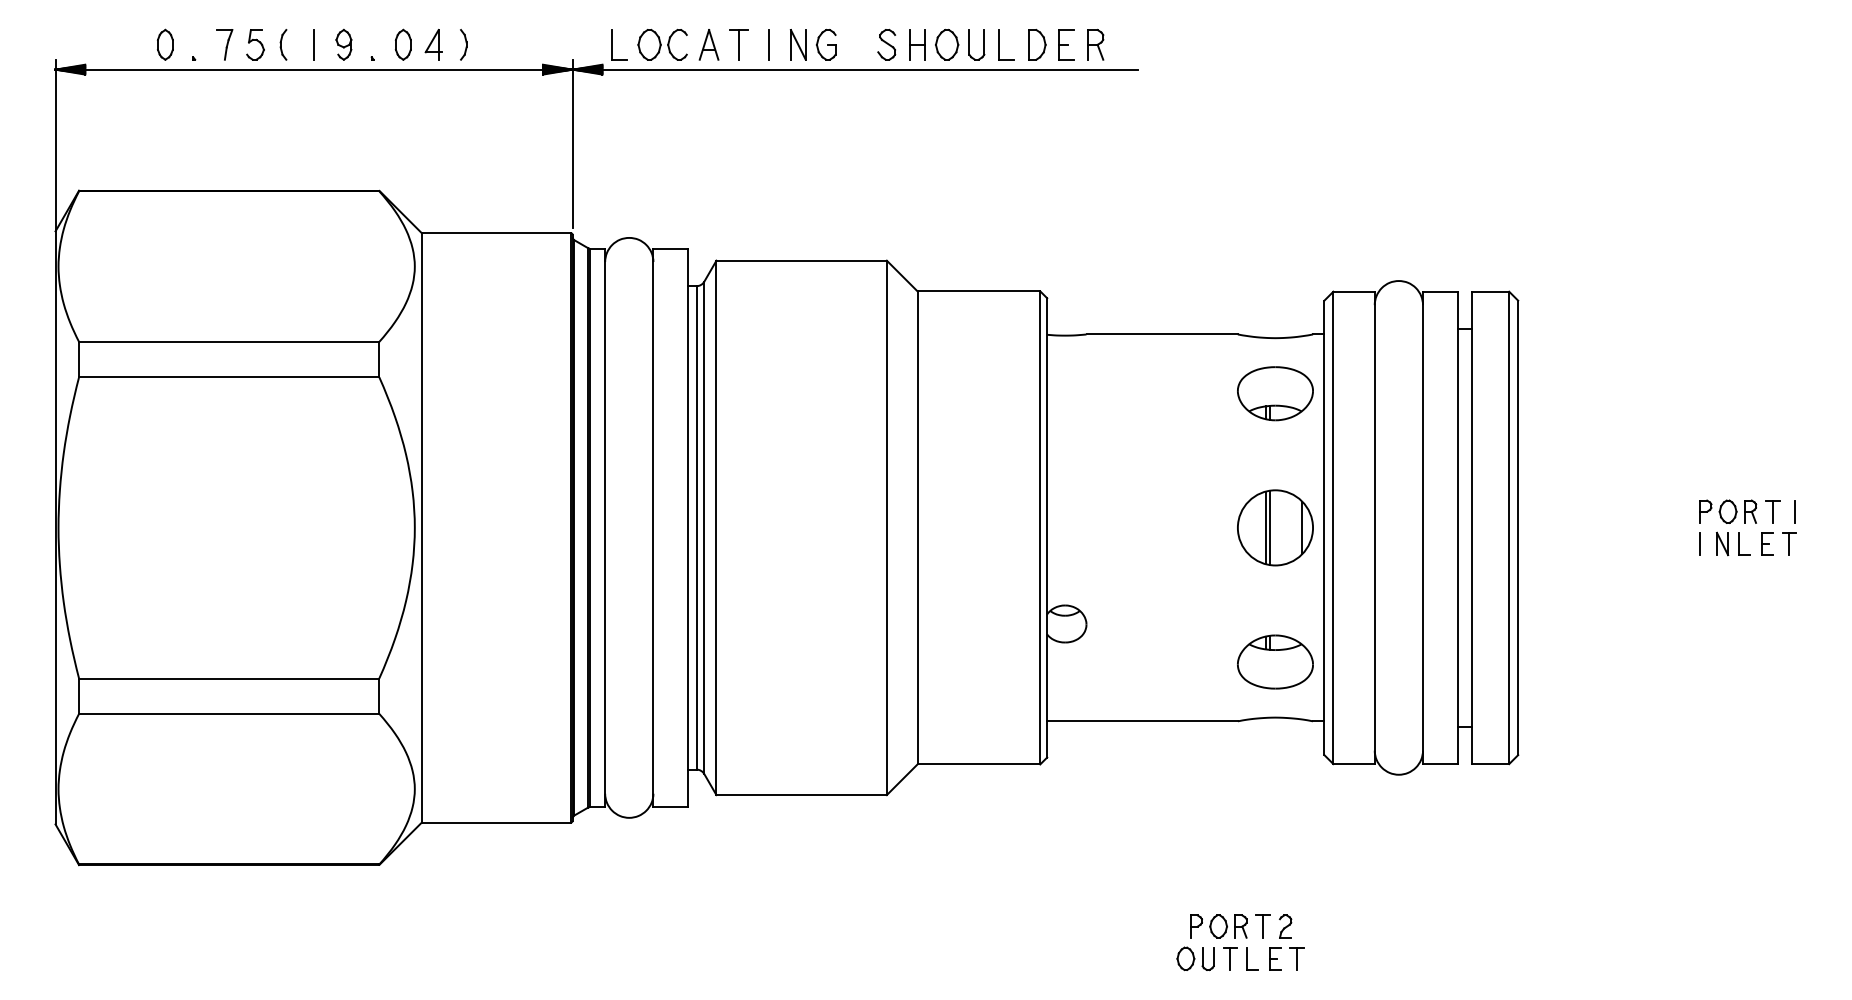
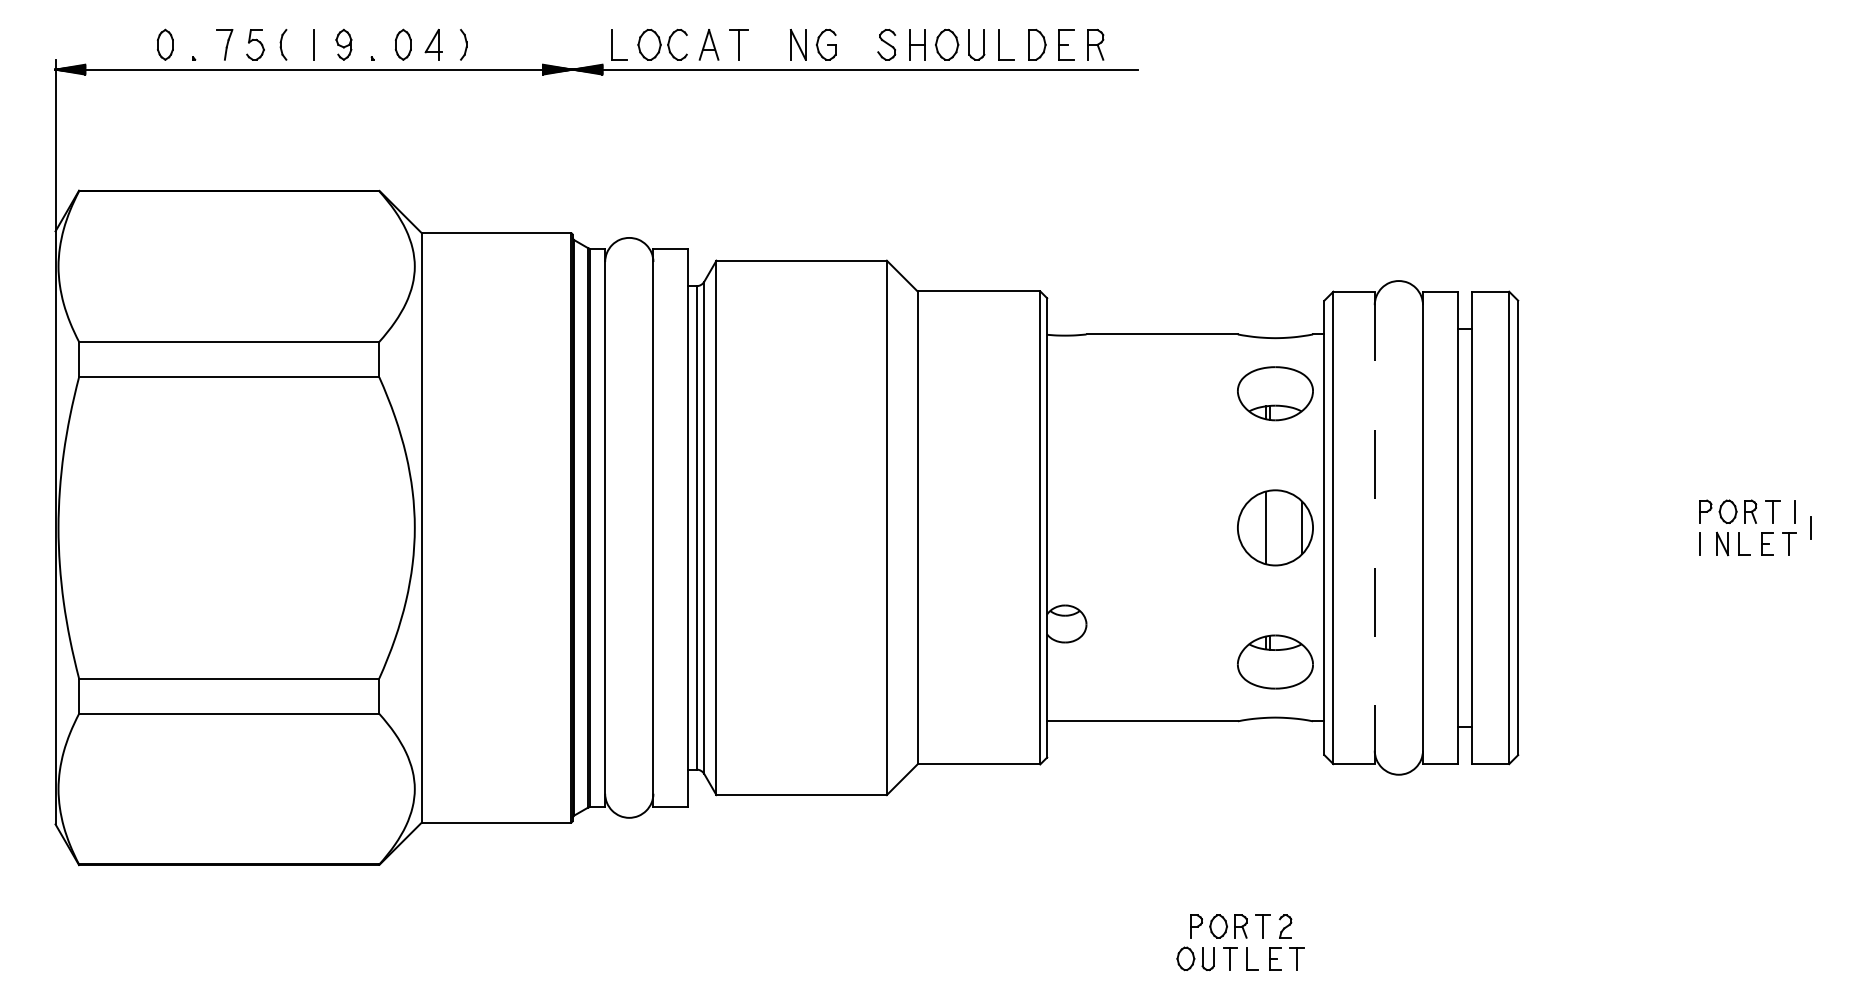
line at (768, 44): present -> none
line at (572, 143): present -> none
line at (1269, 527): present -> none
line at (1810, 527): none -> present
line at (1374, 528): solid -> dashed
